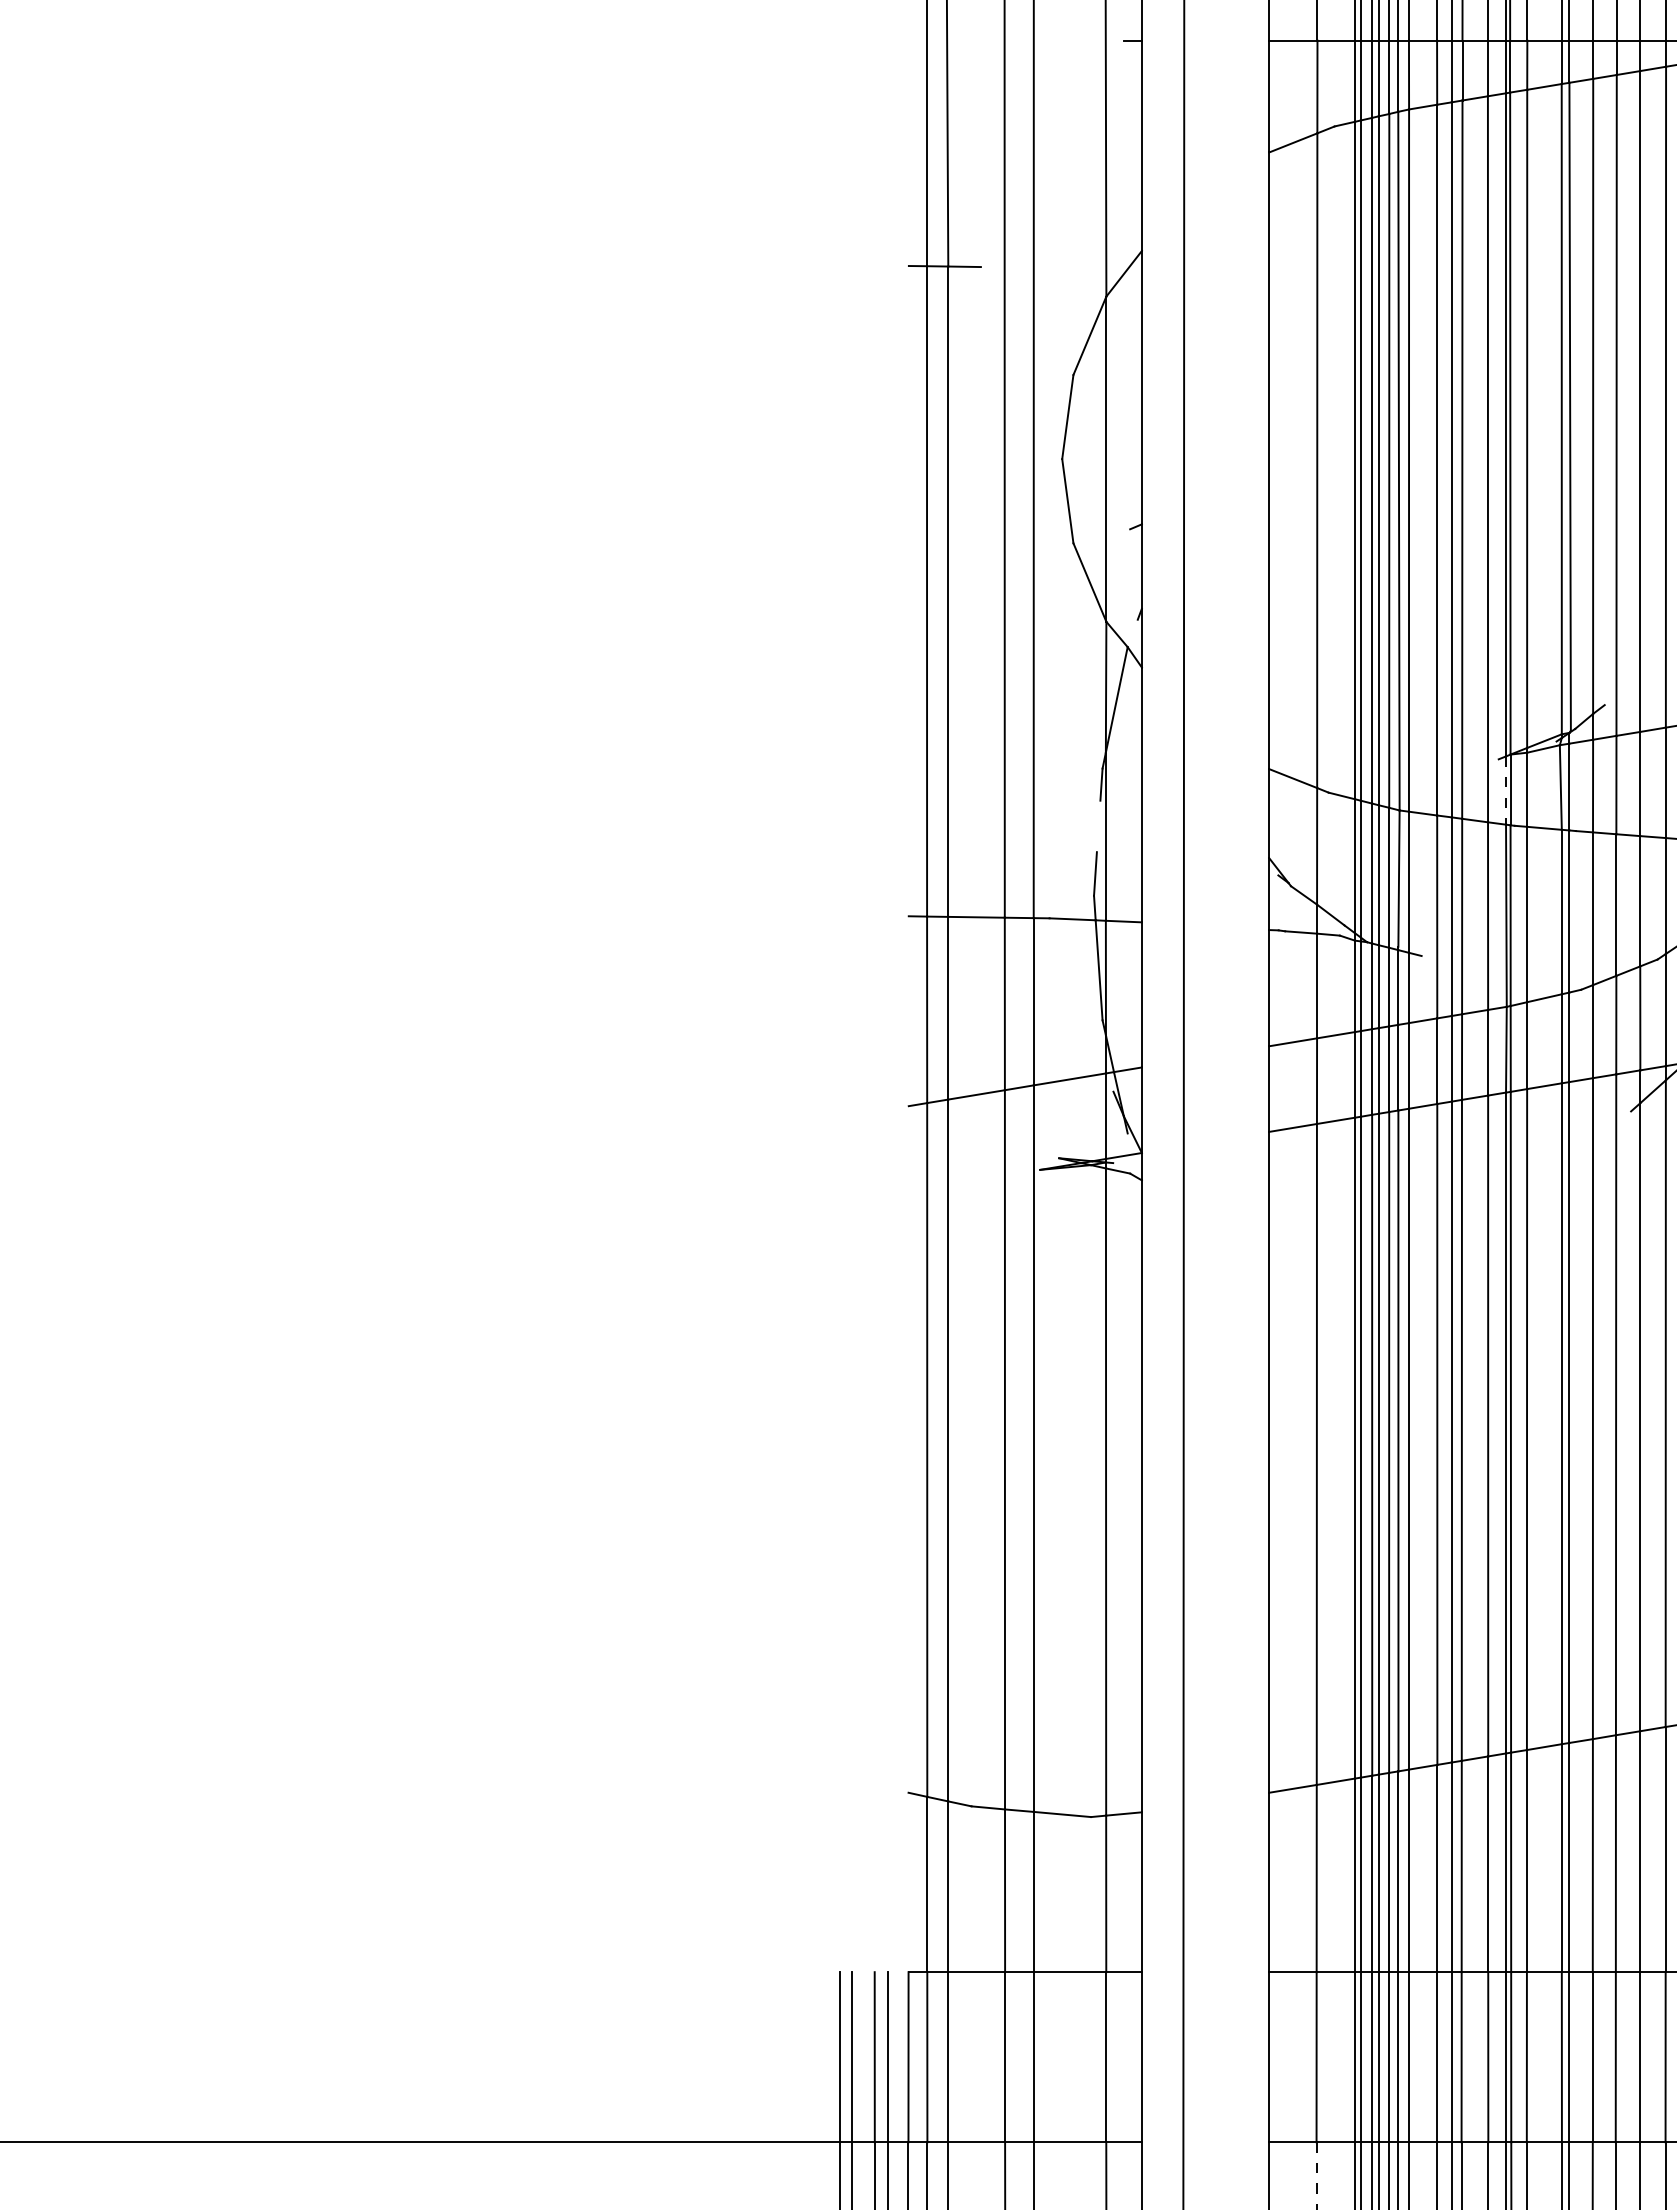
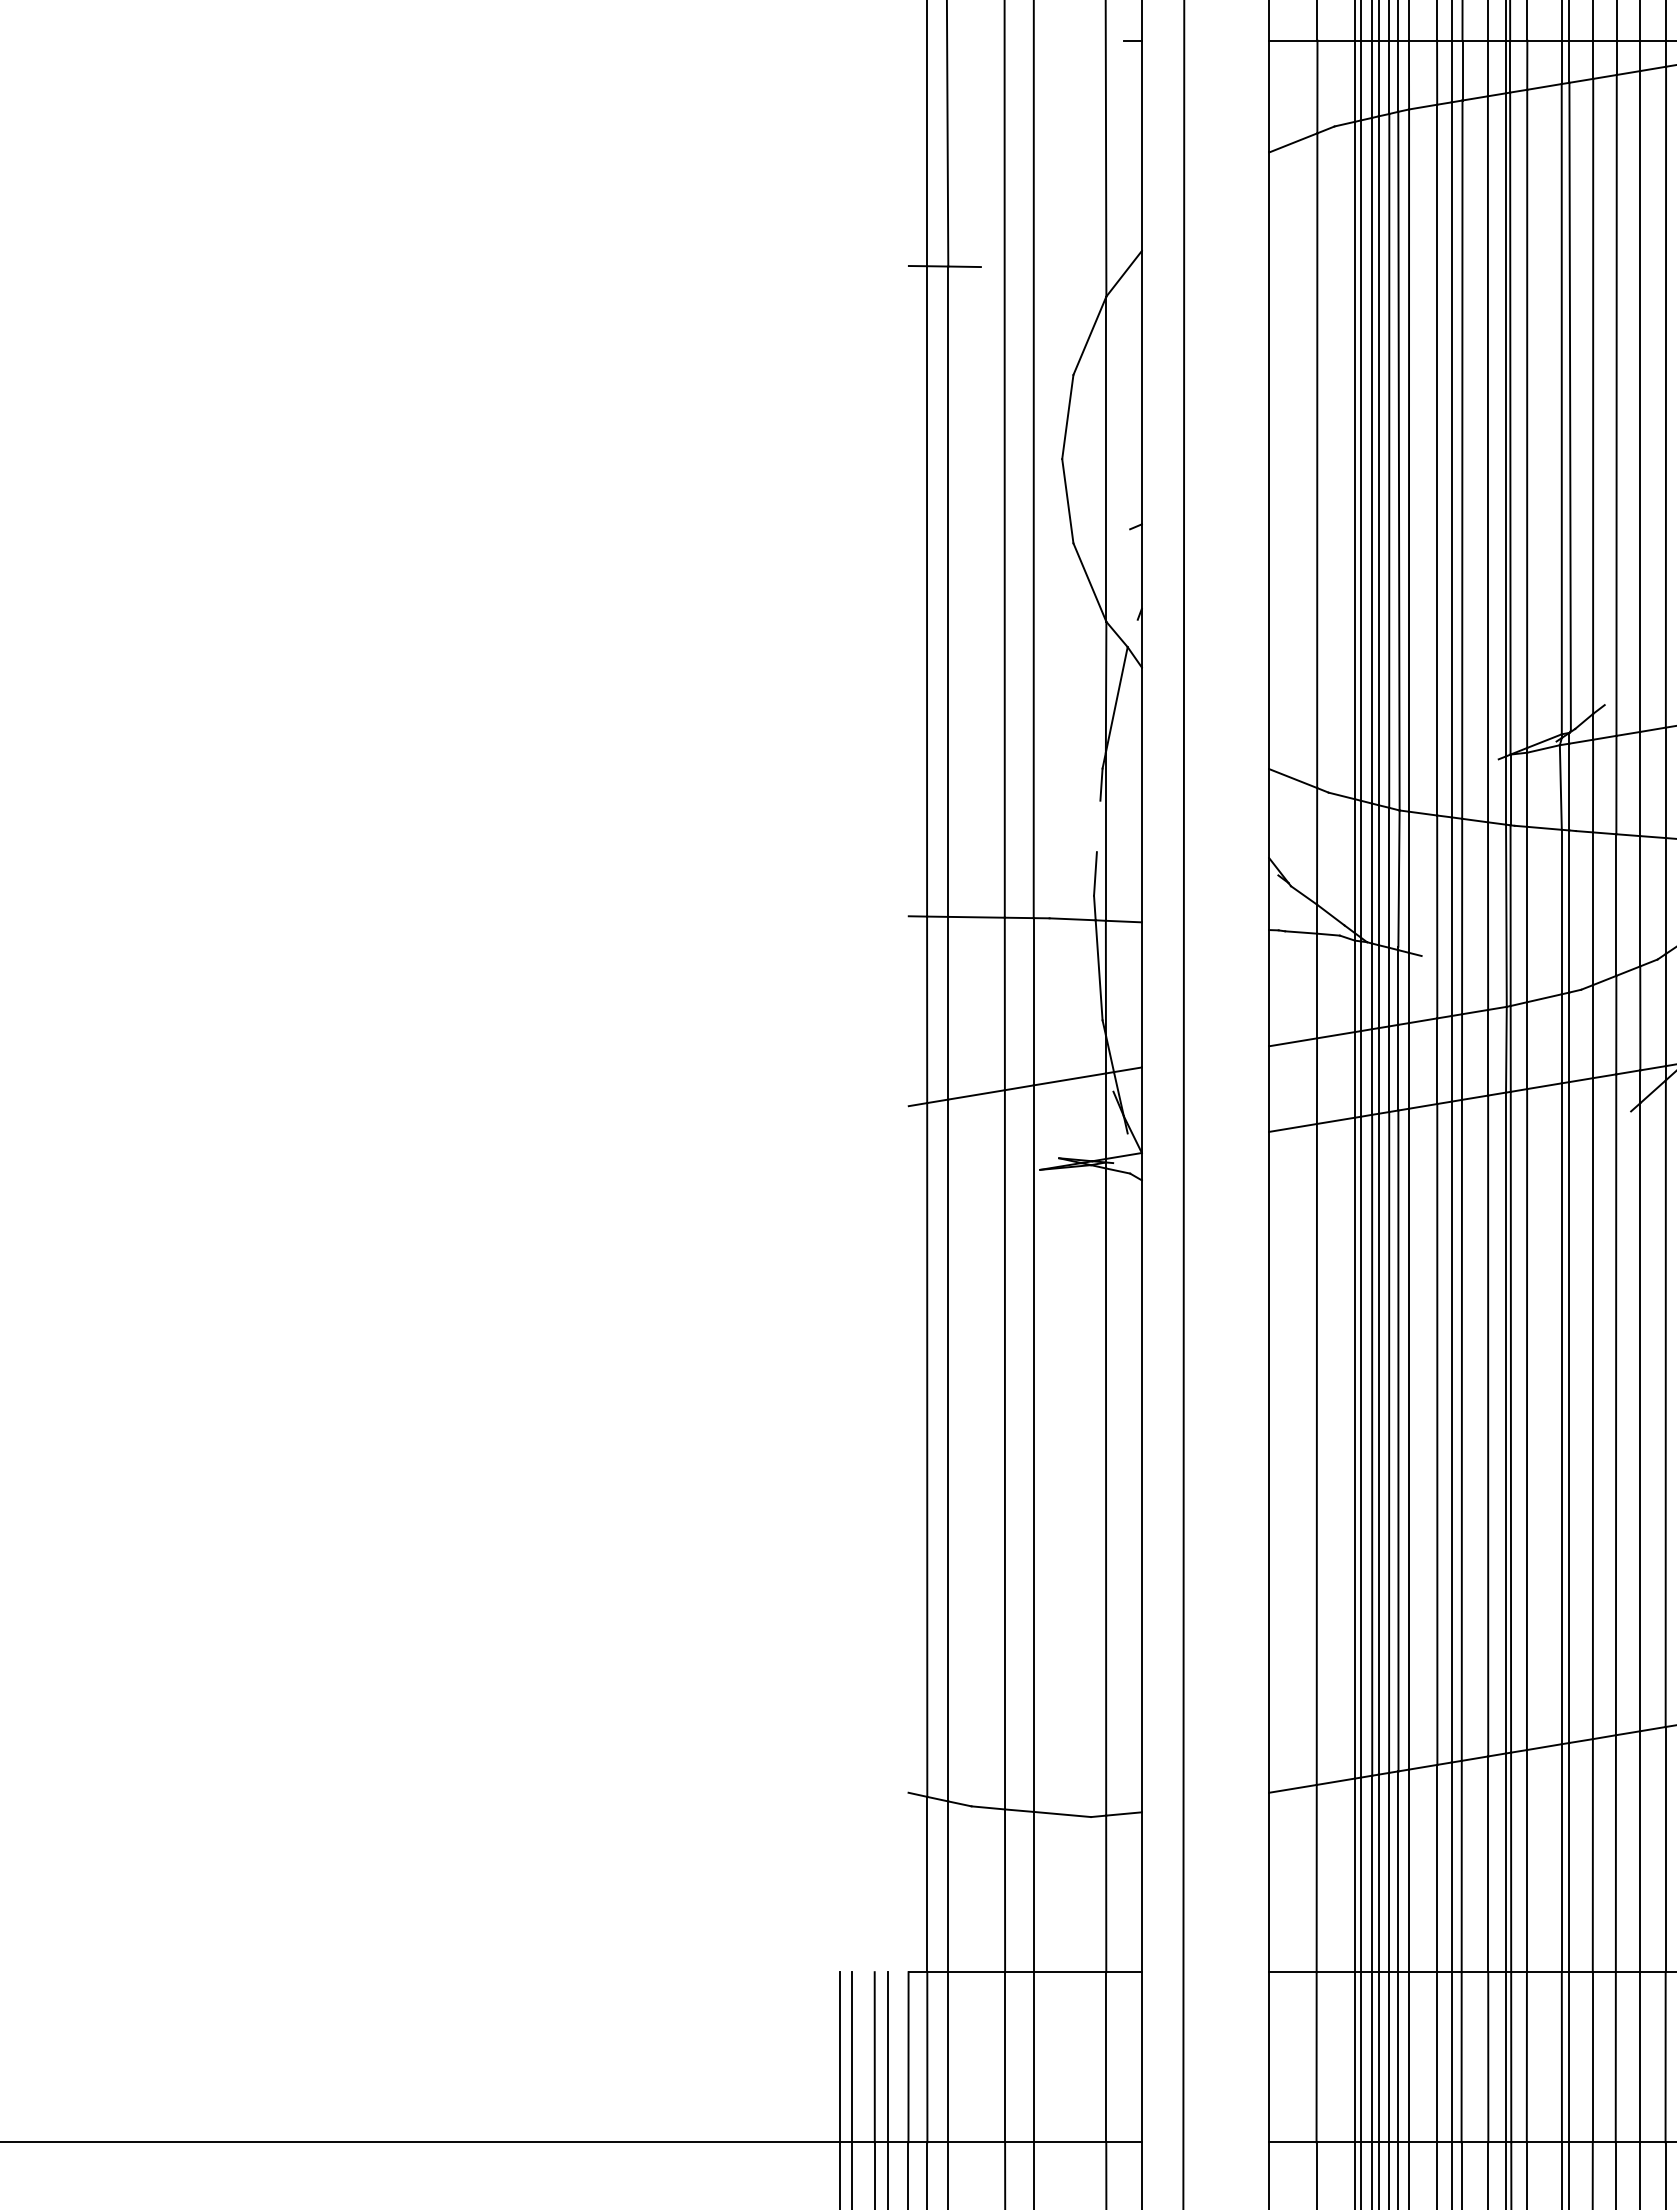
line at (1506, 791): dashed -> solid
line at (1316, 2176): dashed -> solid
